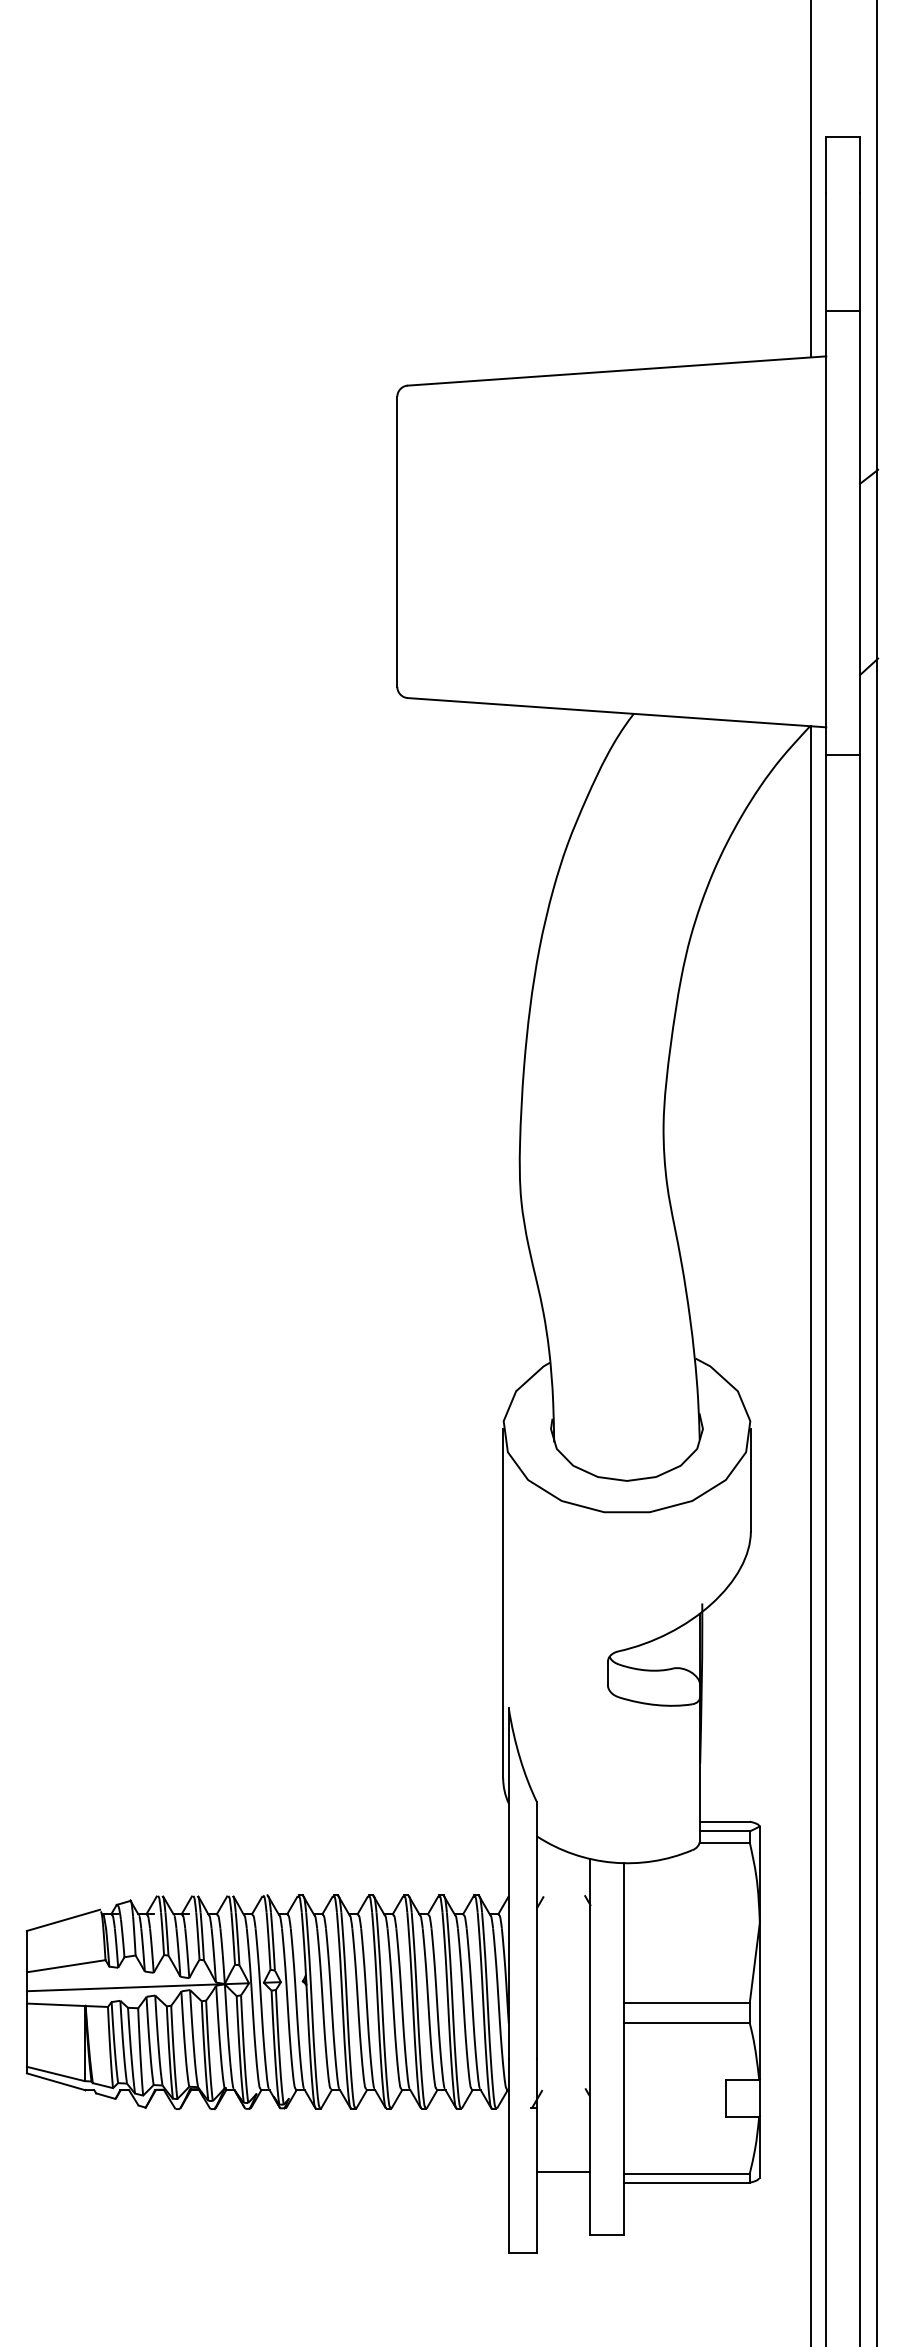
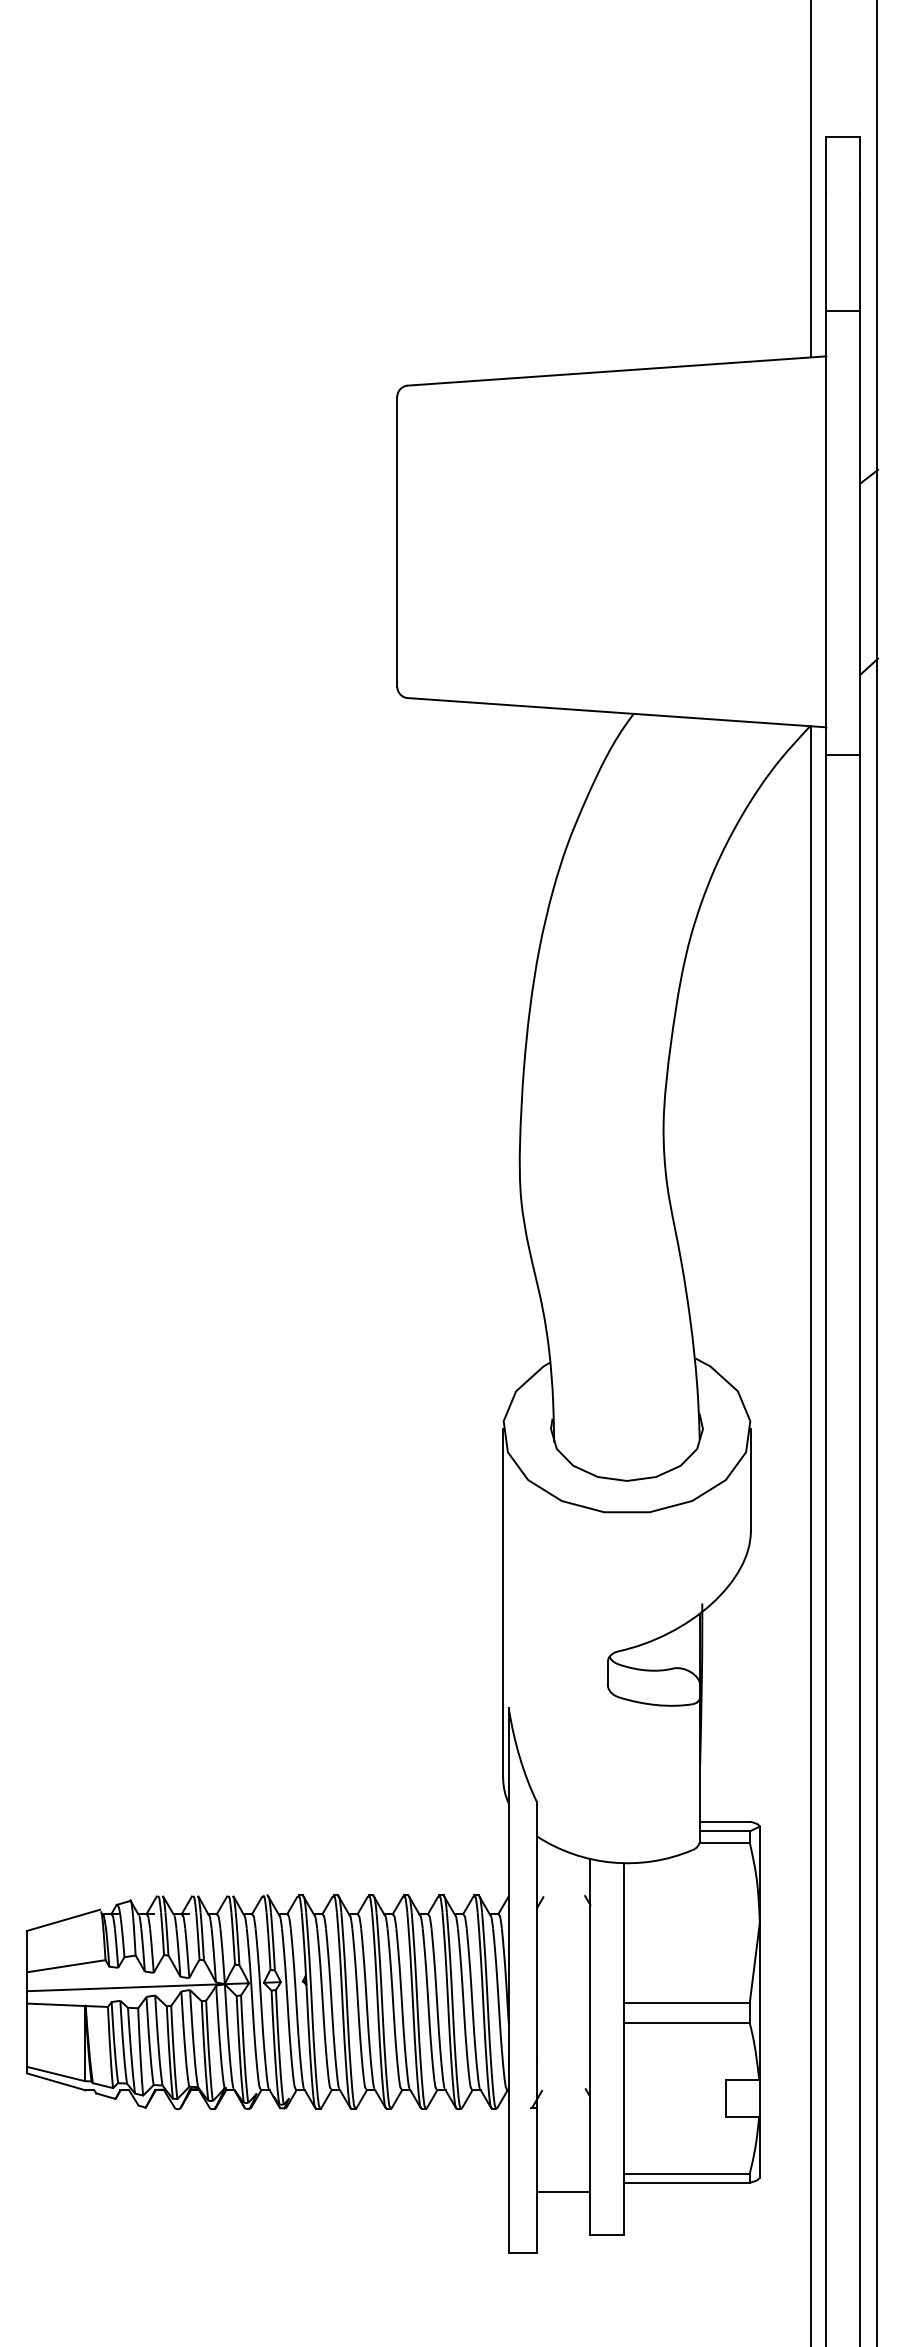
line at (562, 2171) position: (562, 2171) -> (562, 2191)
